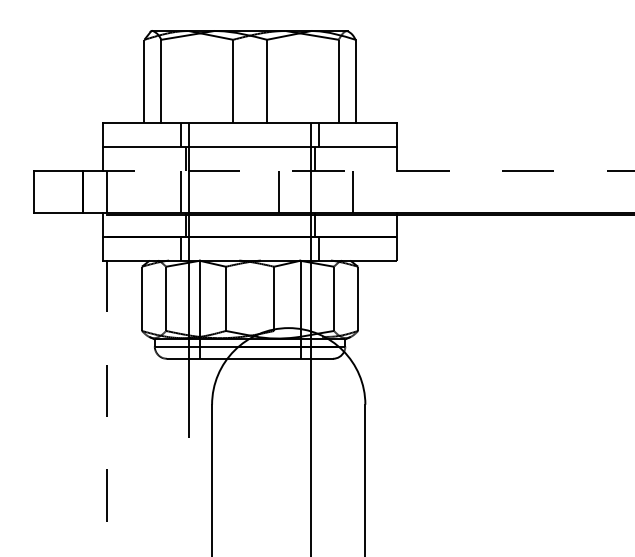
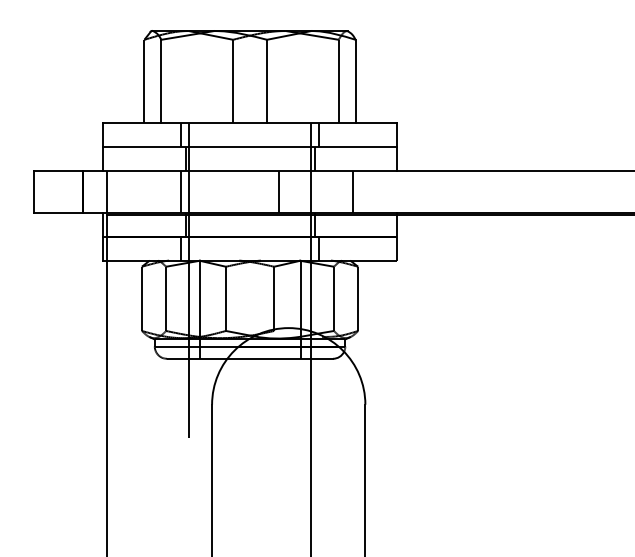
line at (358, 171): dashed -> solid
line at (107, 385): dashed -> solid
